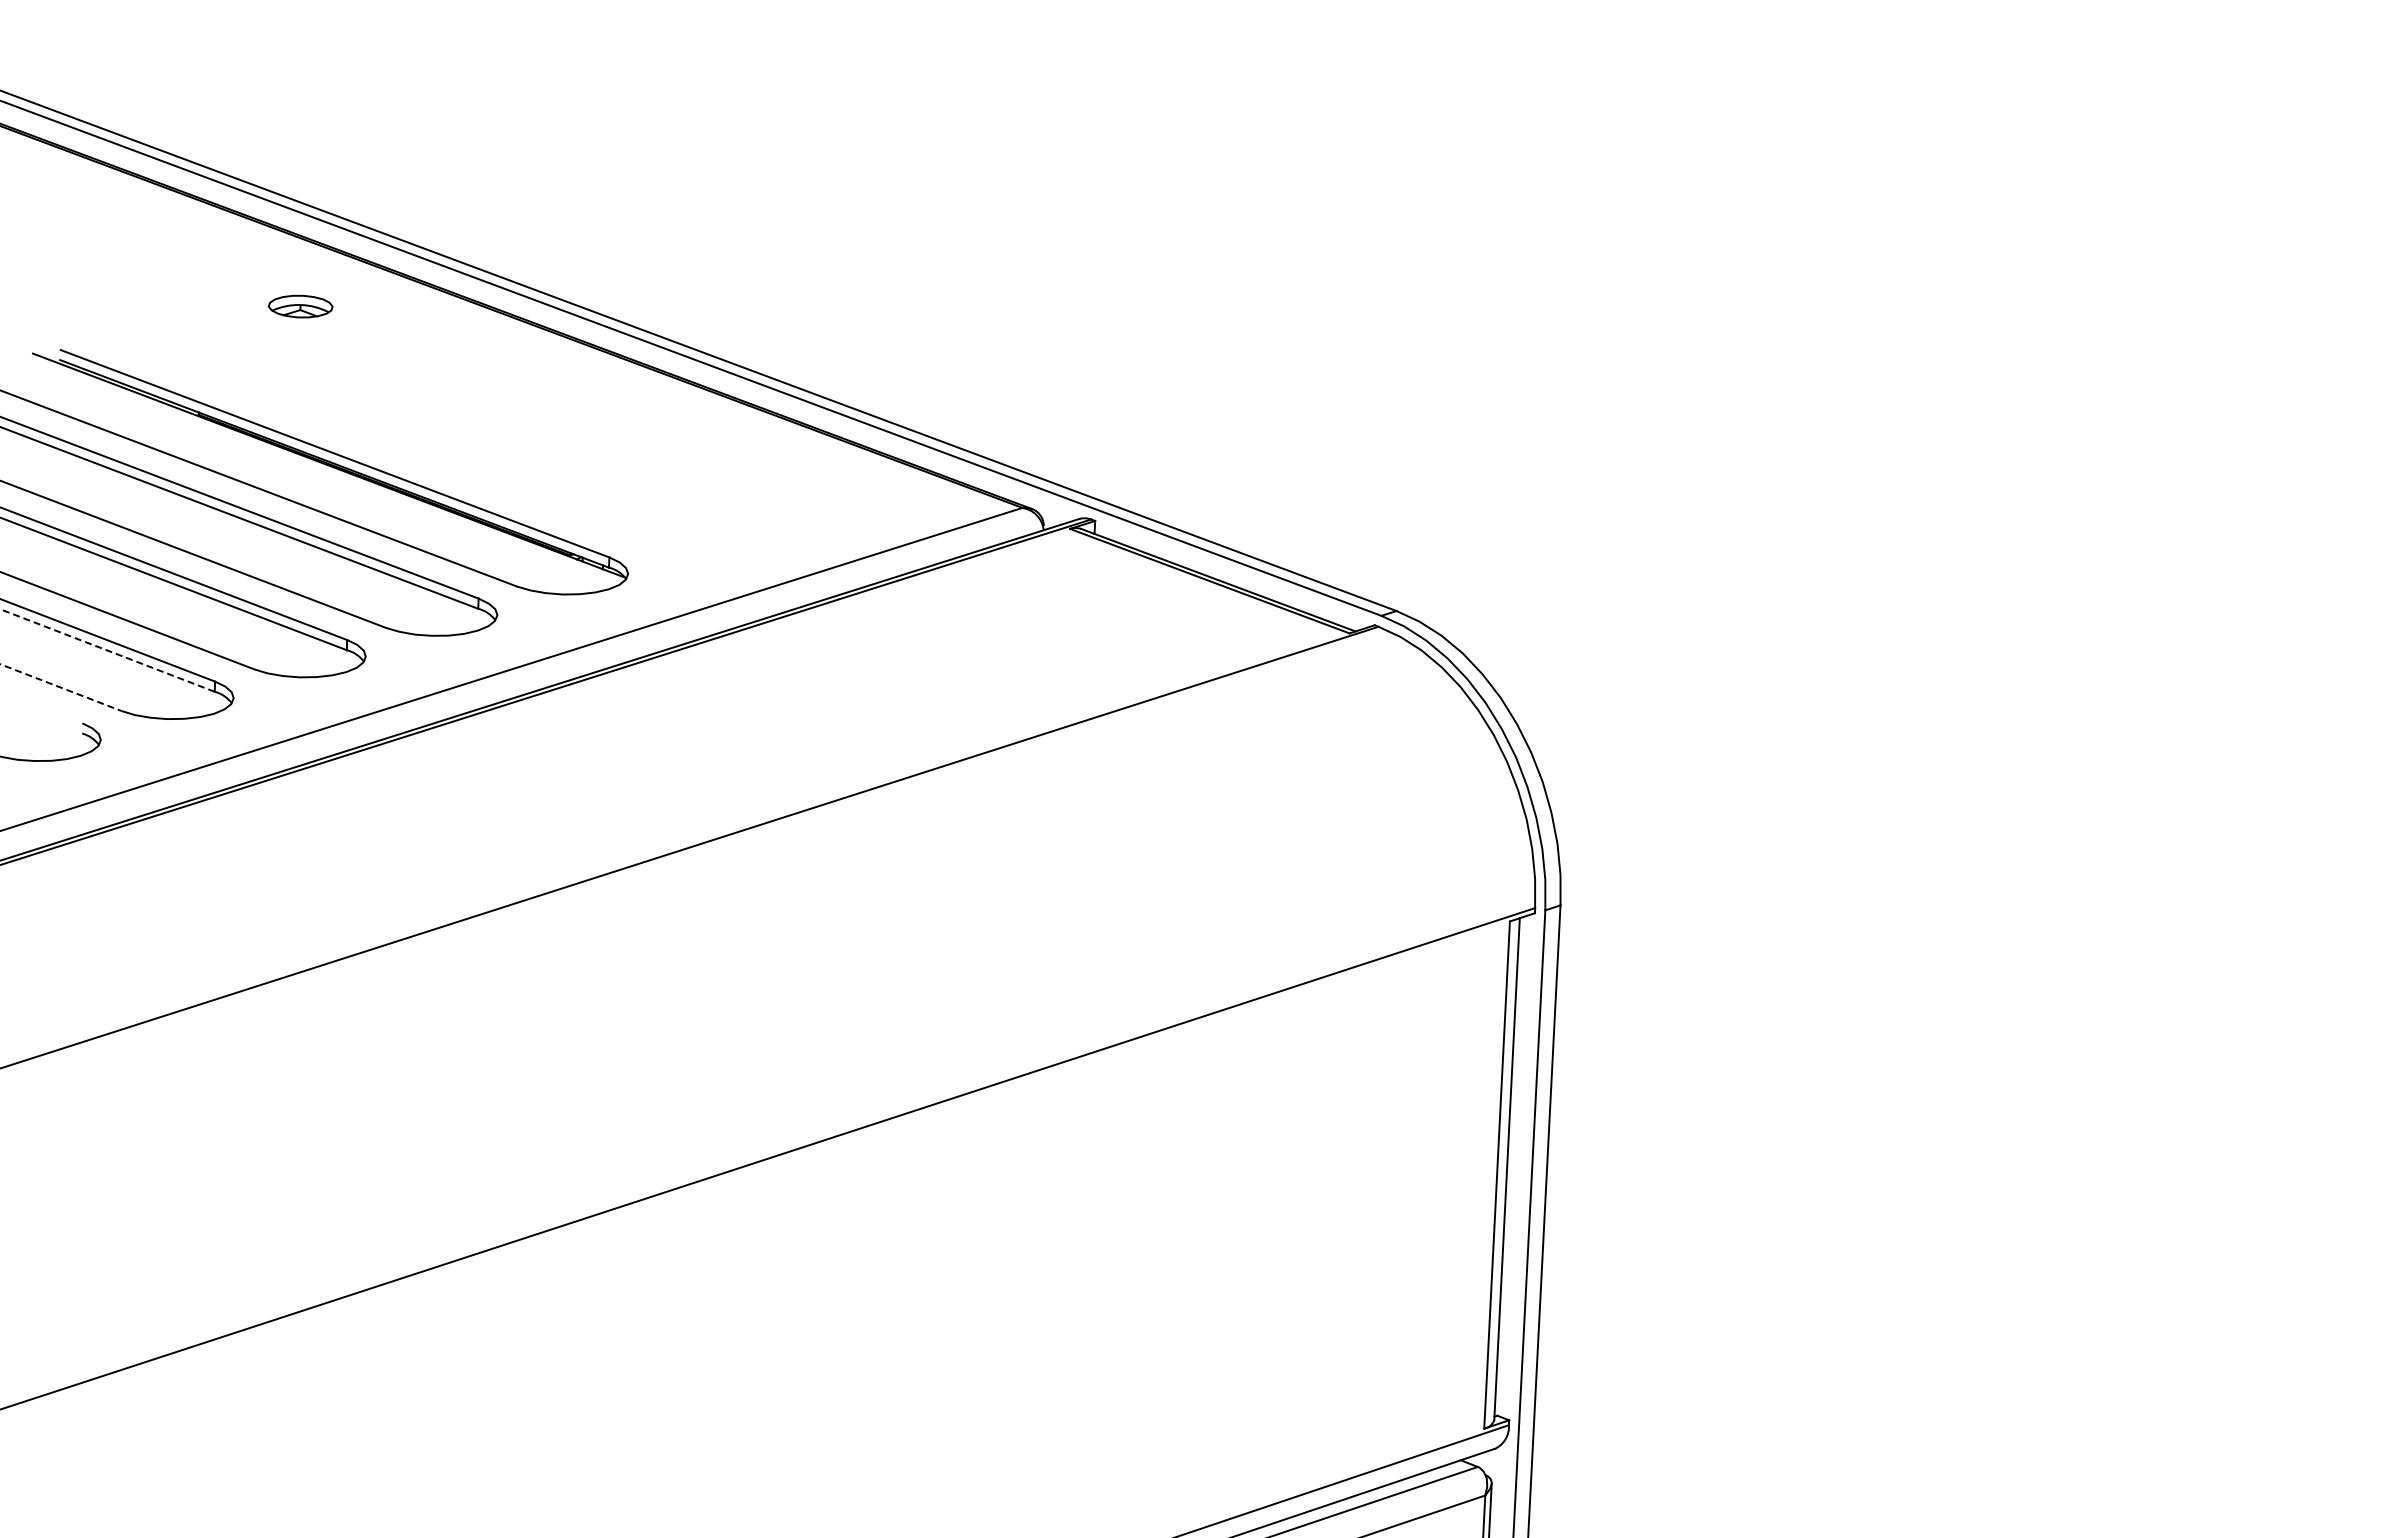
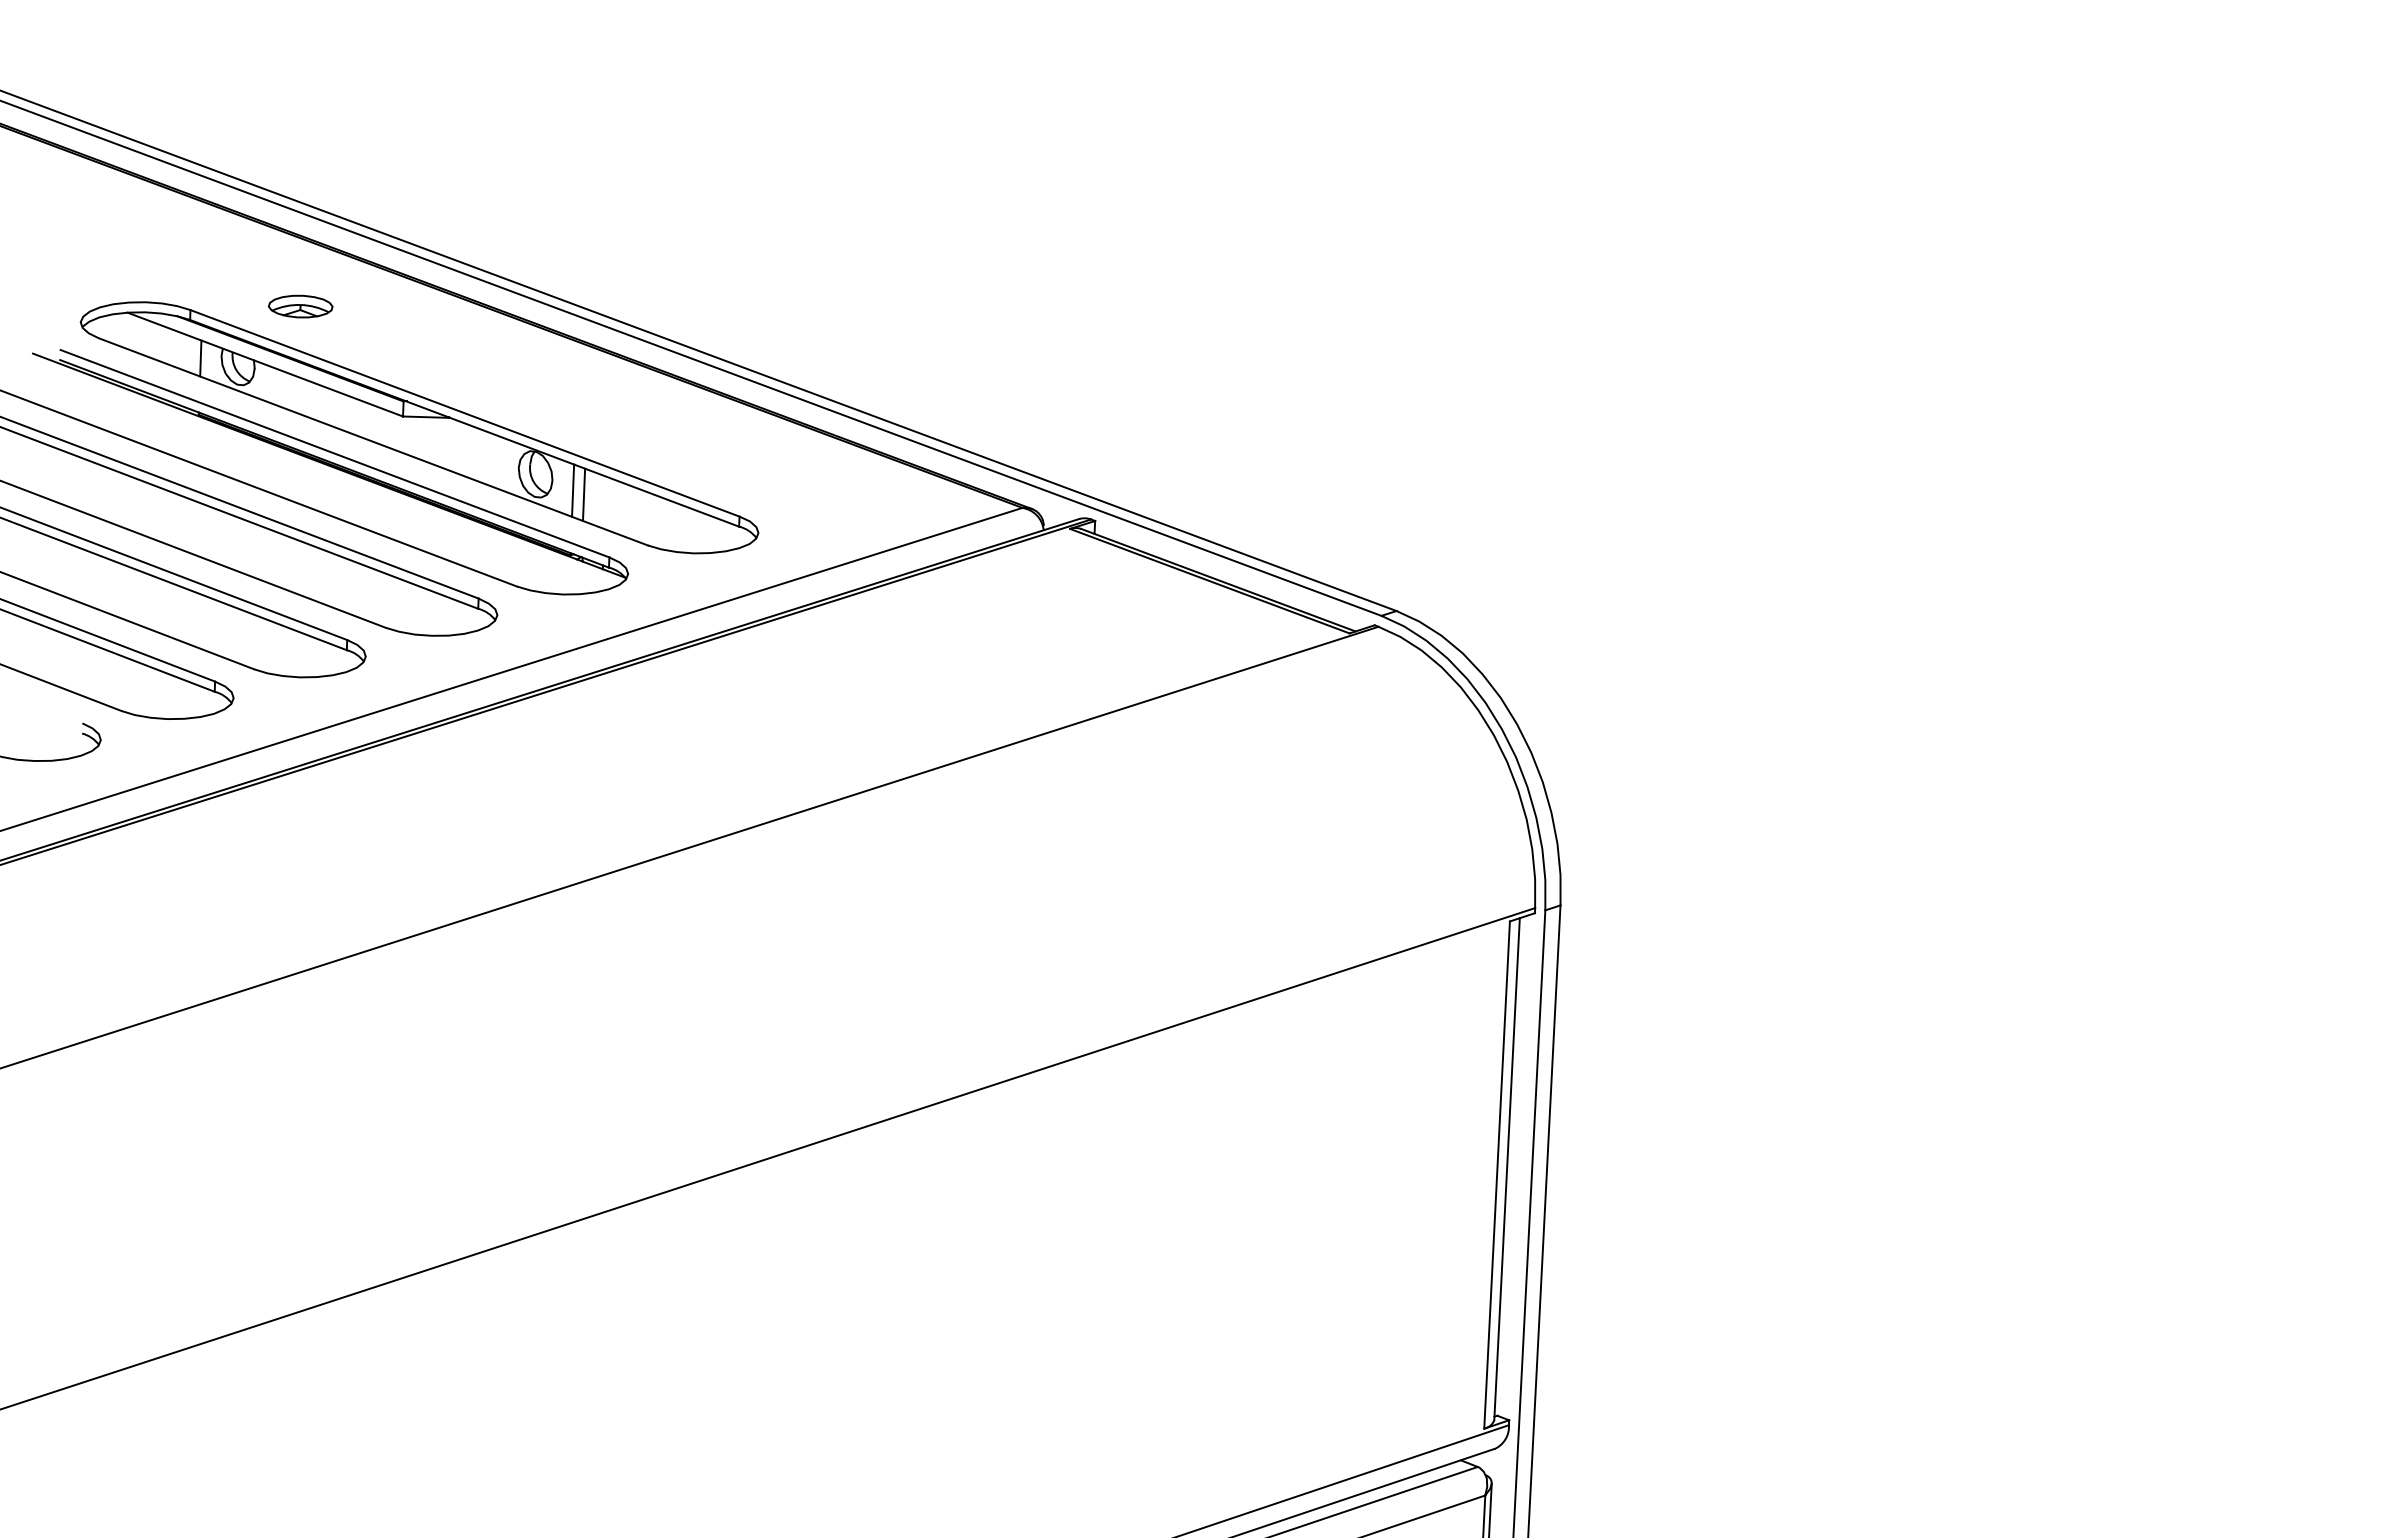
part at (419, 427): none -> present
line at (107, 650): dashed -> solid
line at (61, 687): dashed -> solid
